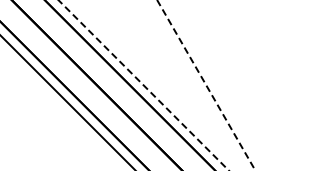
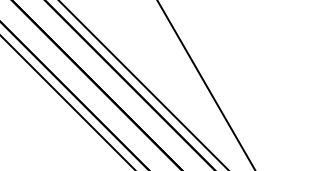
line at (143, 85): dashed -> solid
line at (206, 85): dashed -> solid
